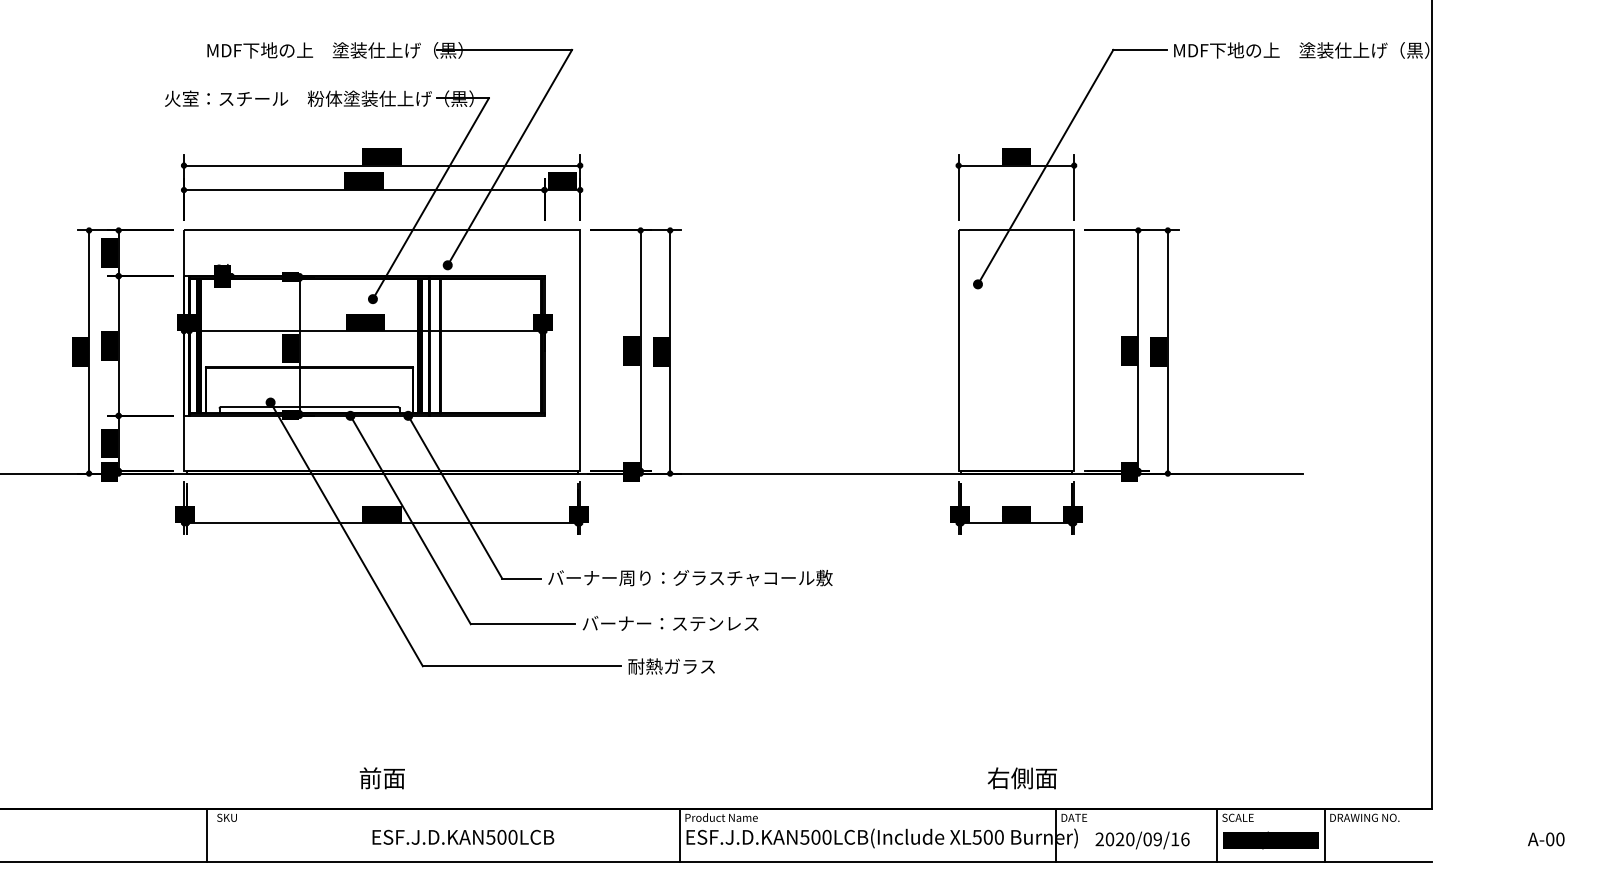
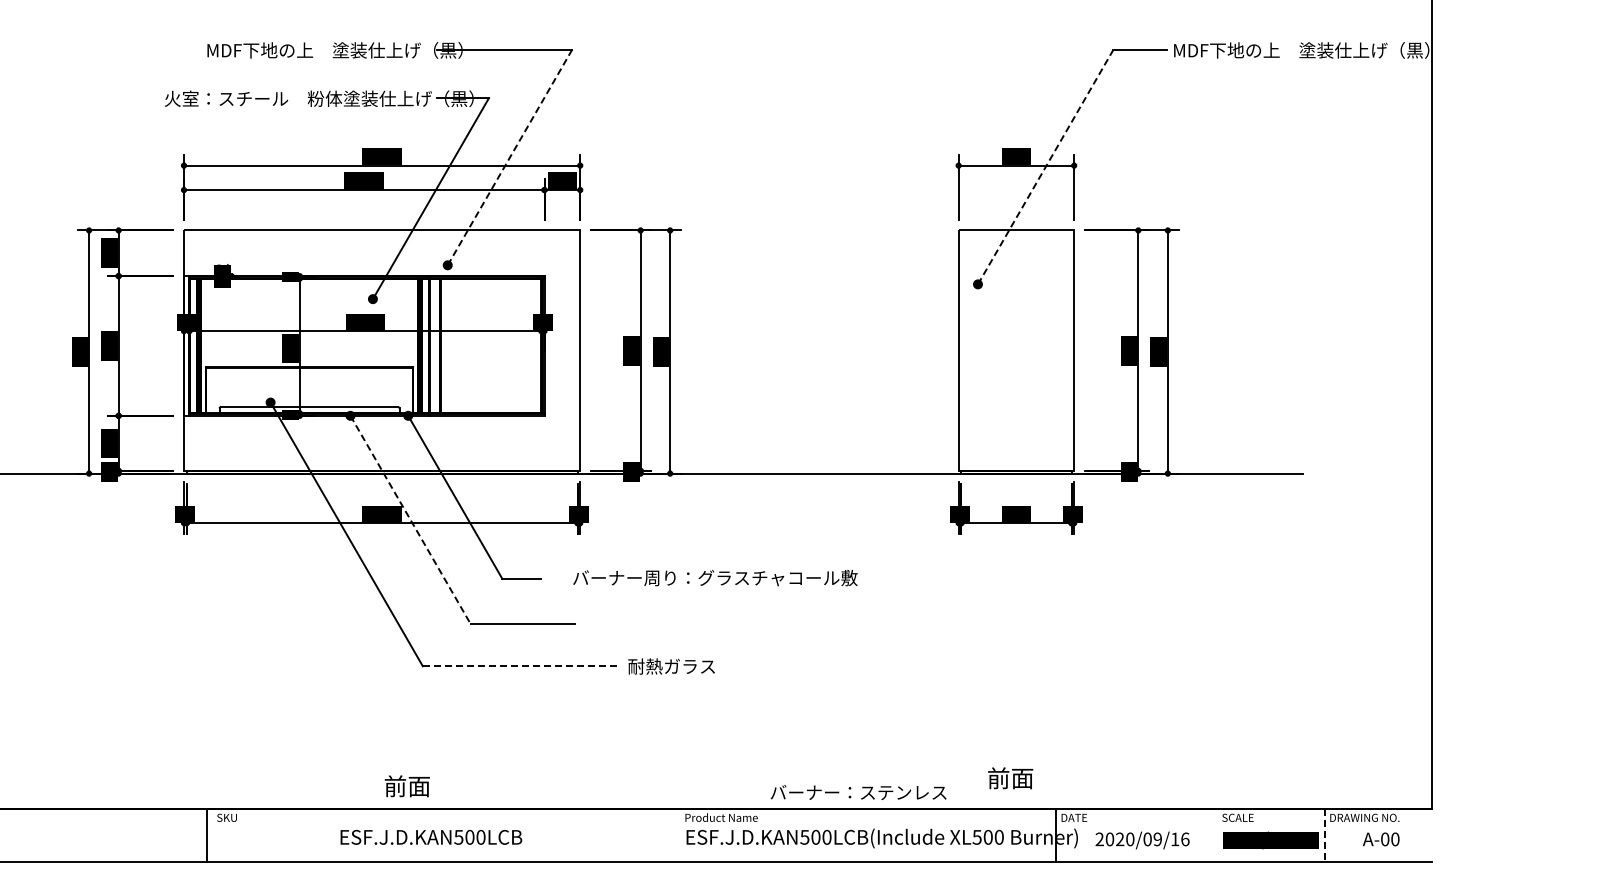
line at (510, 157): solid -> dashed
line at (1045, 166): solid -> dashed
line at (410, 520): solid -> dashed
text at (690, 577) position: (690, 577) -> (715, 577)
text at (670, 623) position: (670, 623) -> (858, 792)
line at (522, 666): solid -> dashed
text at (381, 778) position: (381, 778) -> (406, 786)
text at (1022, 778): 右側面 -> 前面
line at (680, 835): present -> none
line at (1217, 835): present -> none
line at (1324, 835): solid -> dashed
text at (463, 836) position: (463, 836) -> (431, 836)
text at (1546, 839) position: (1546, 839) -> (1381, 839)
